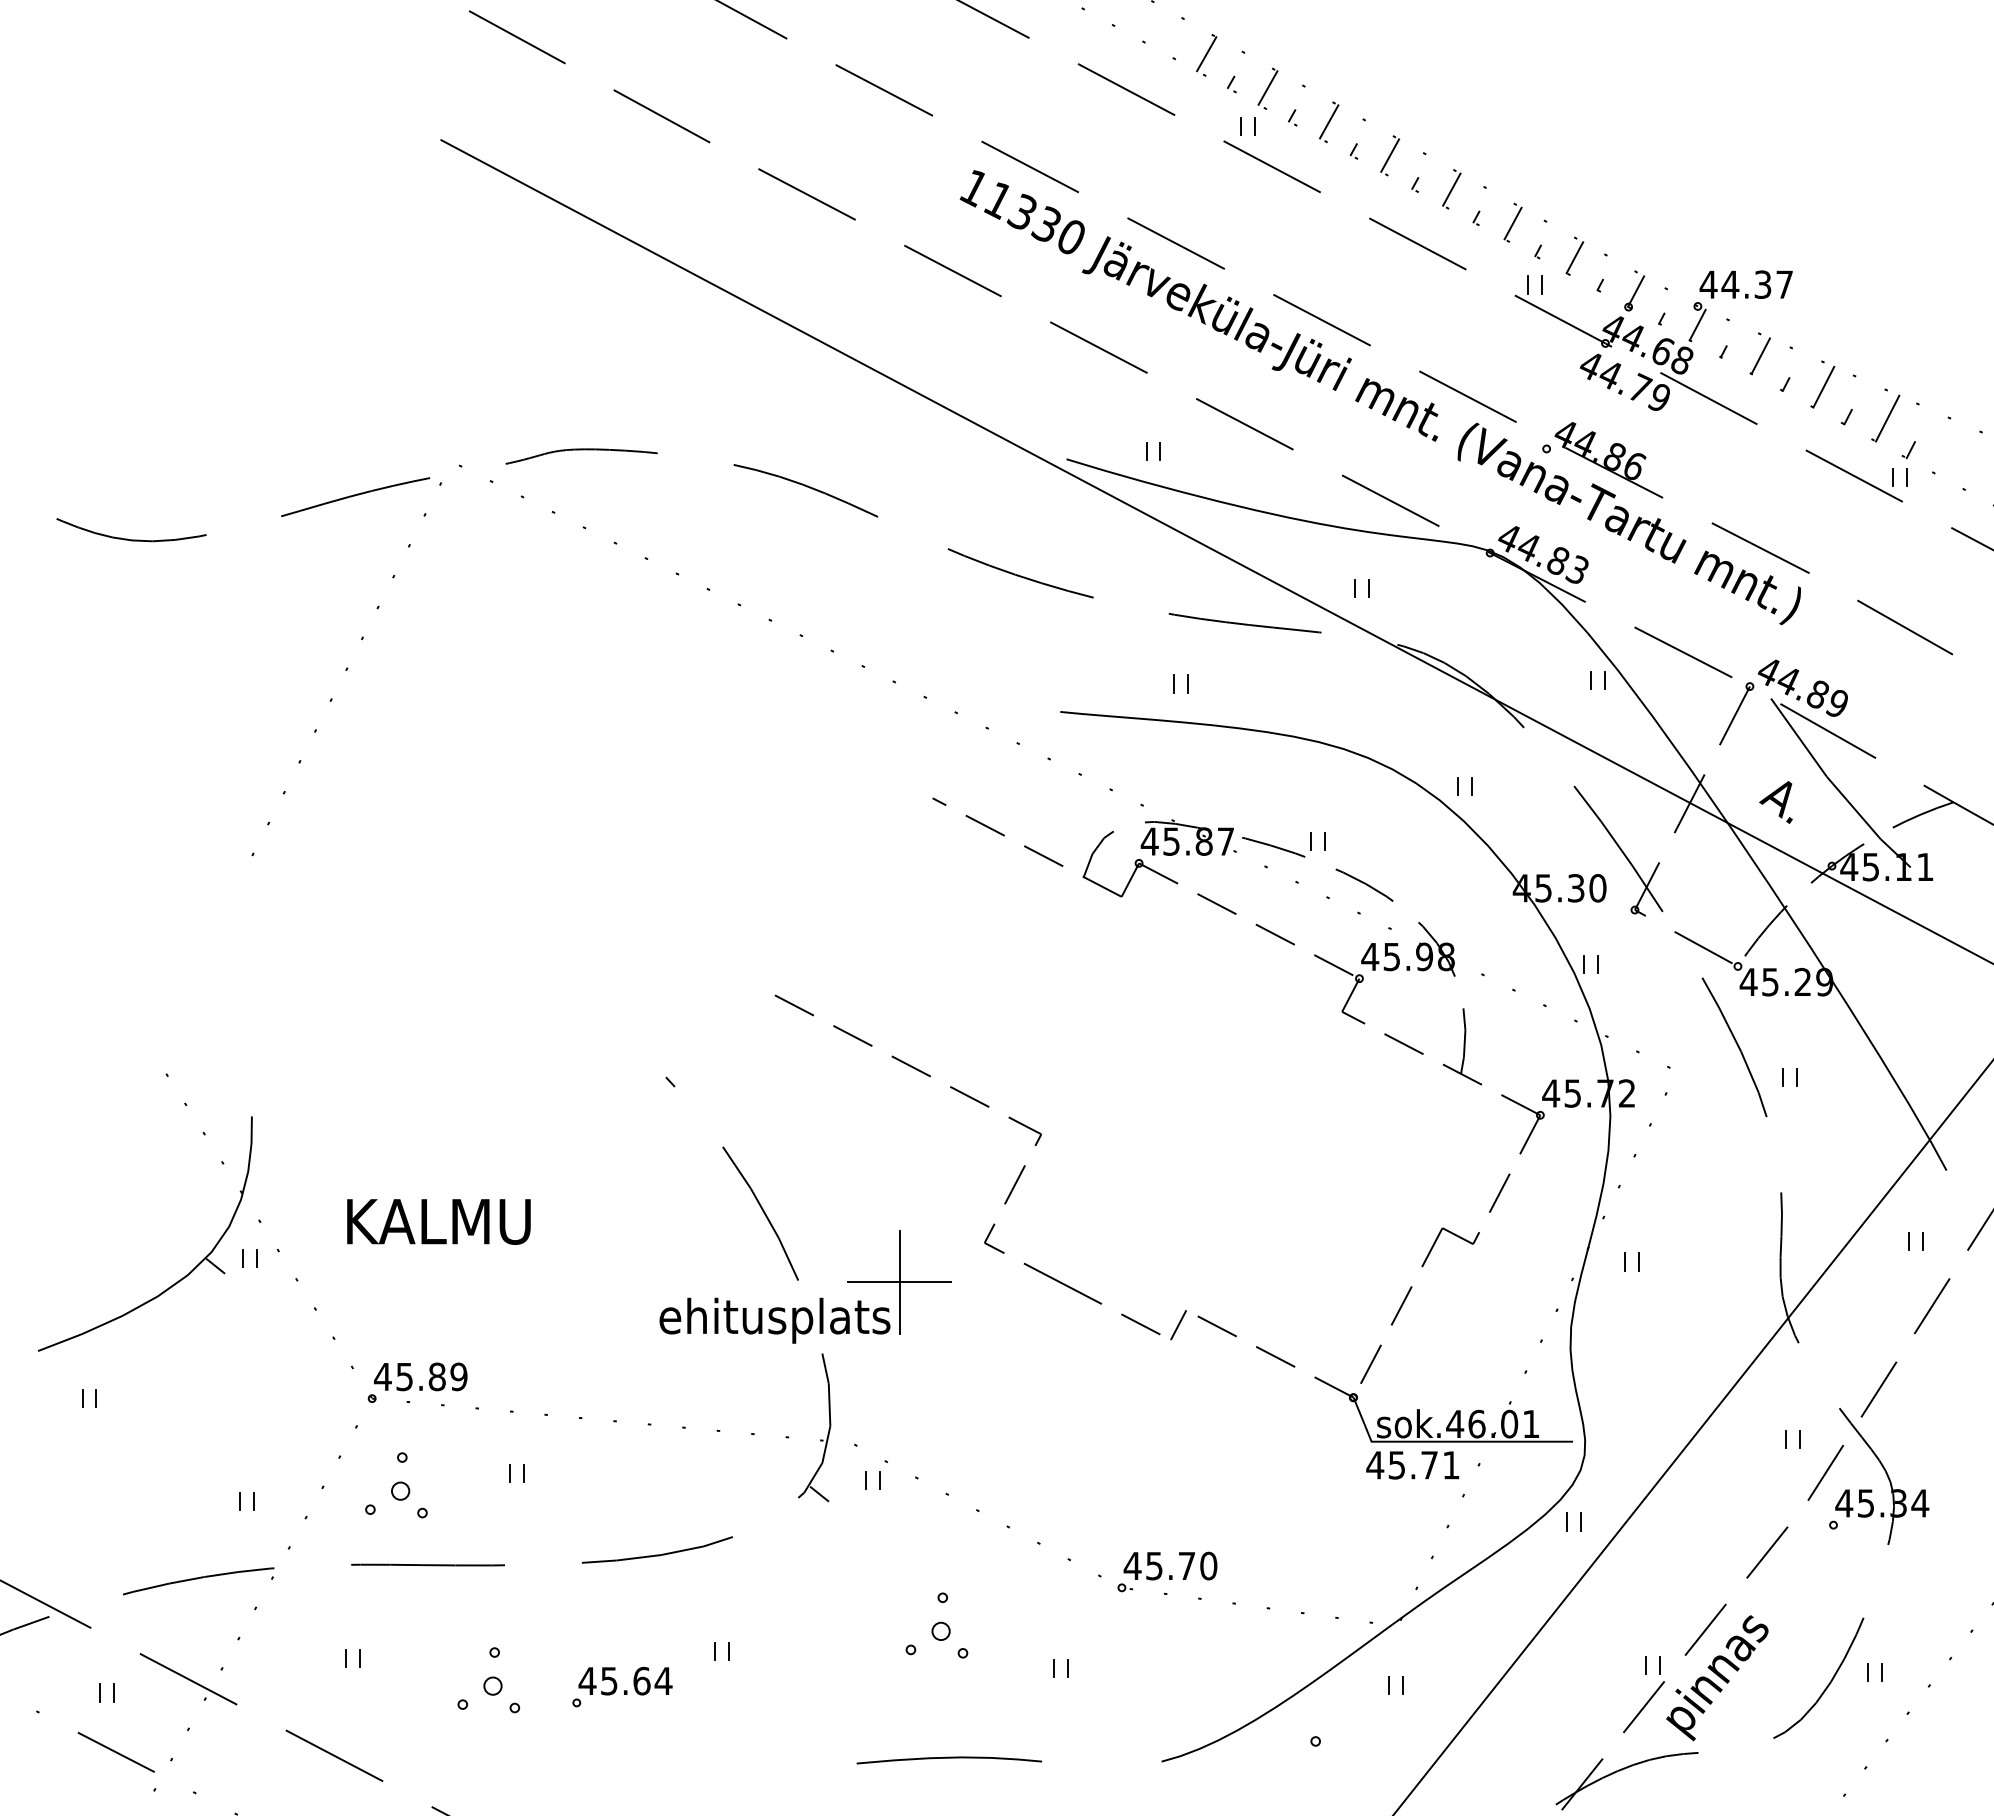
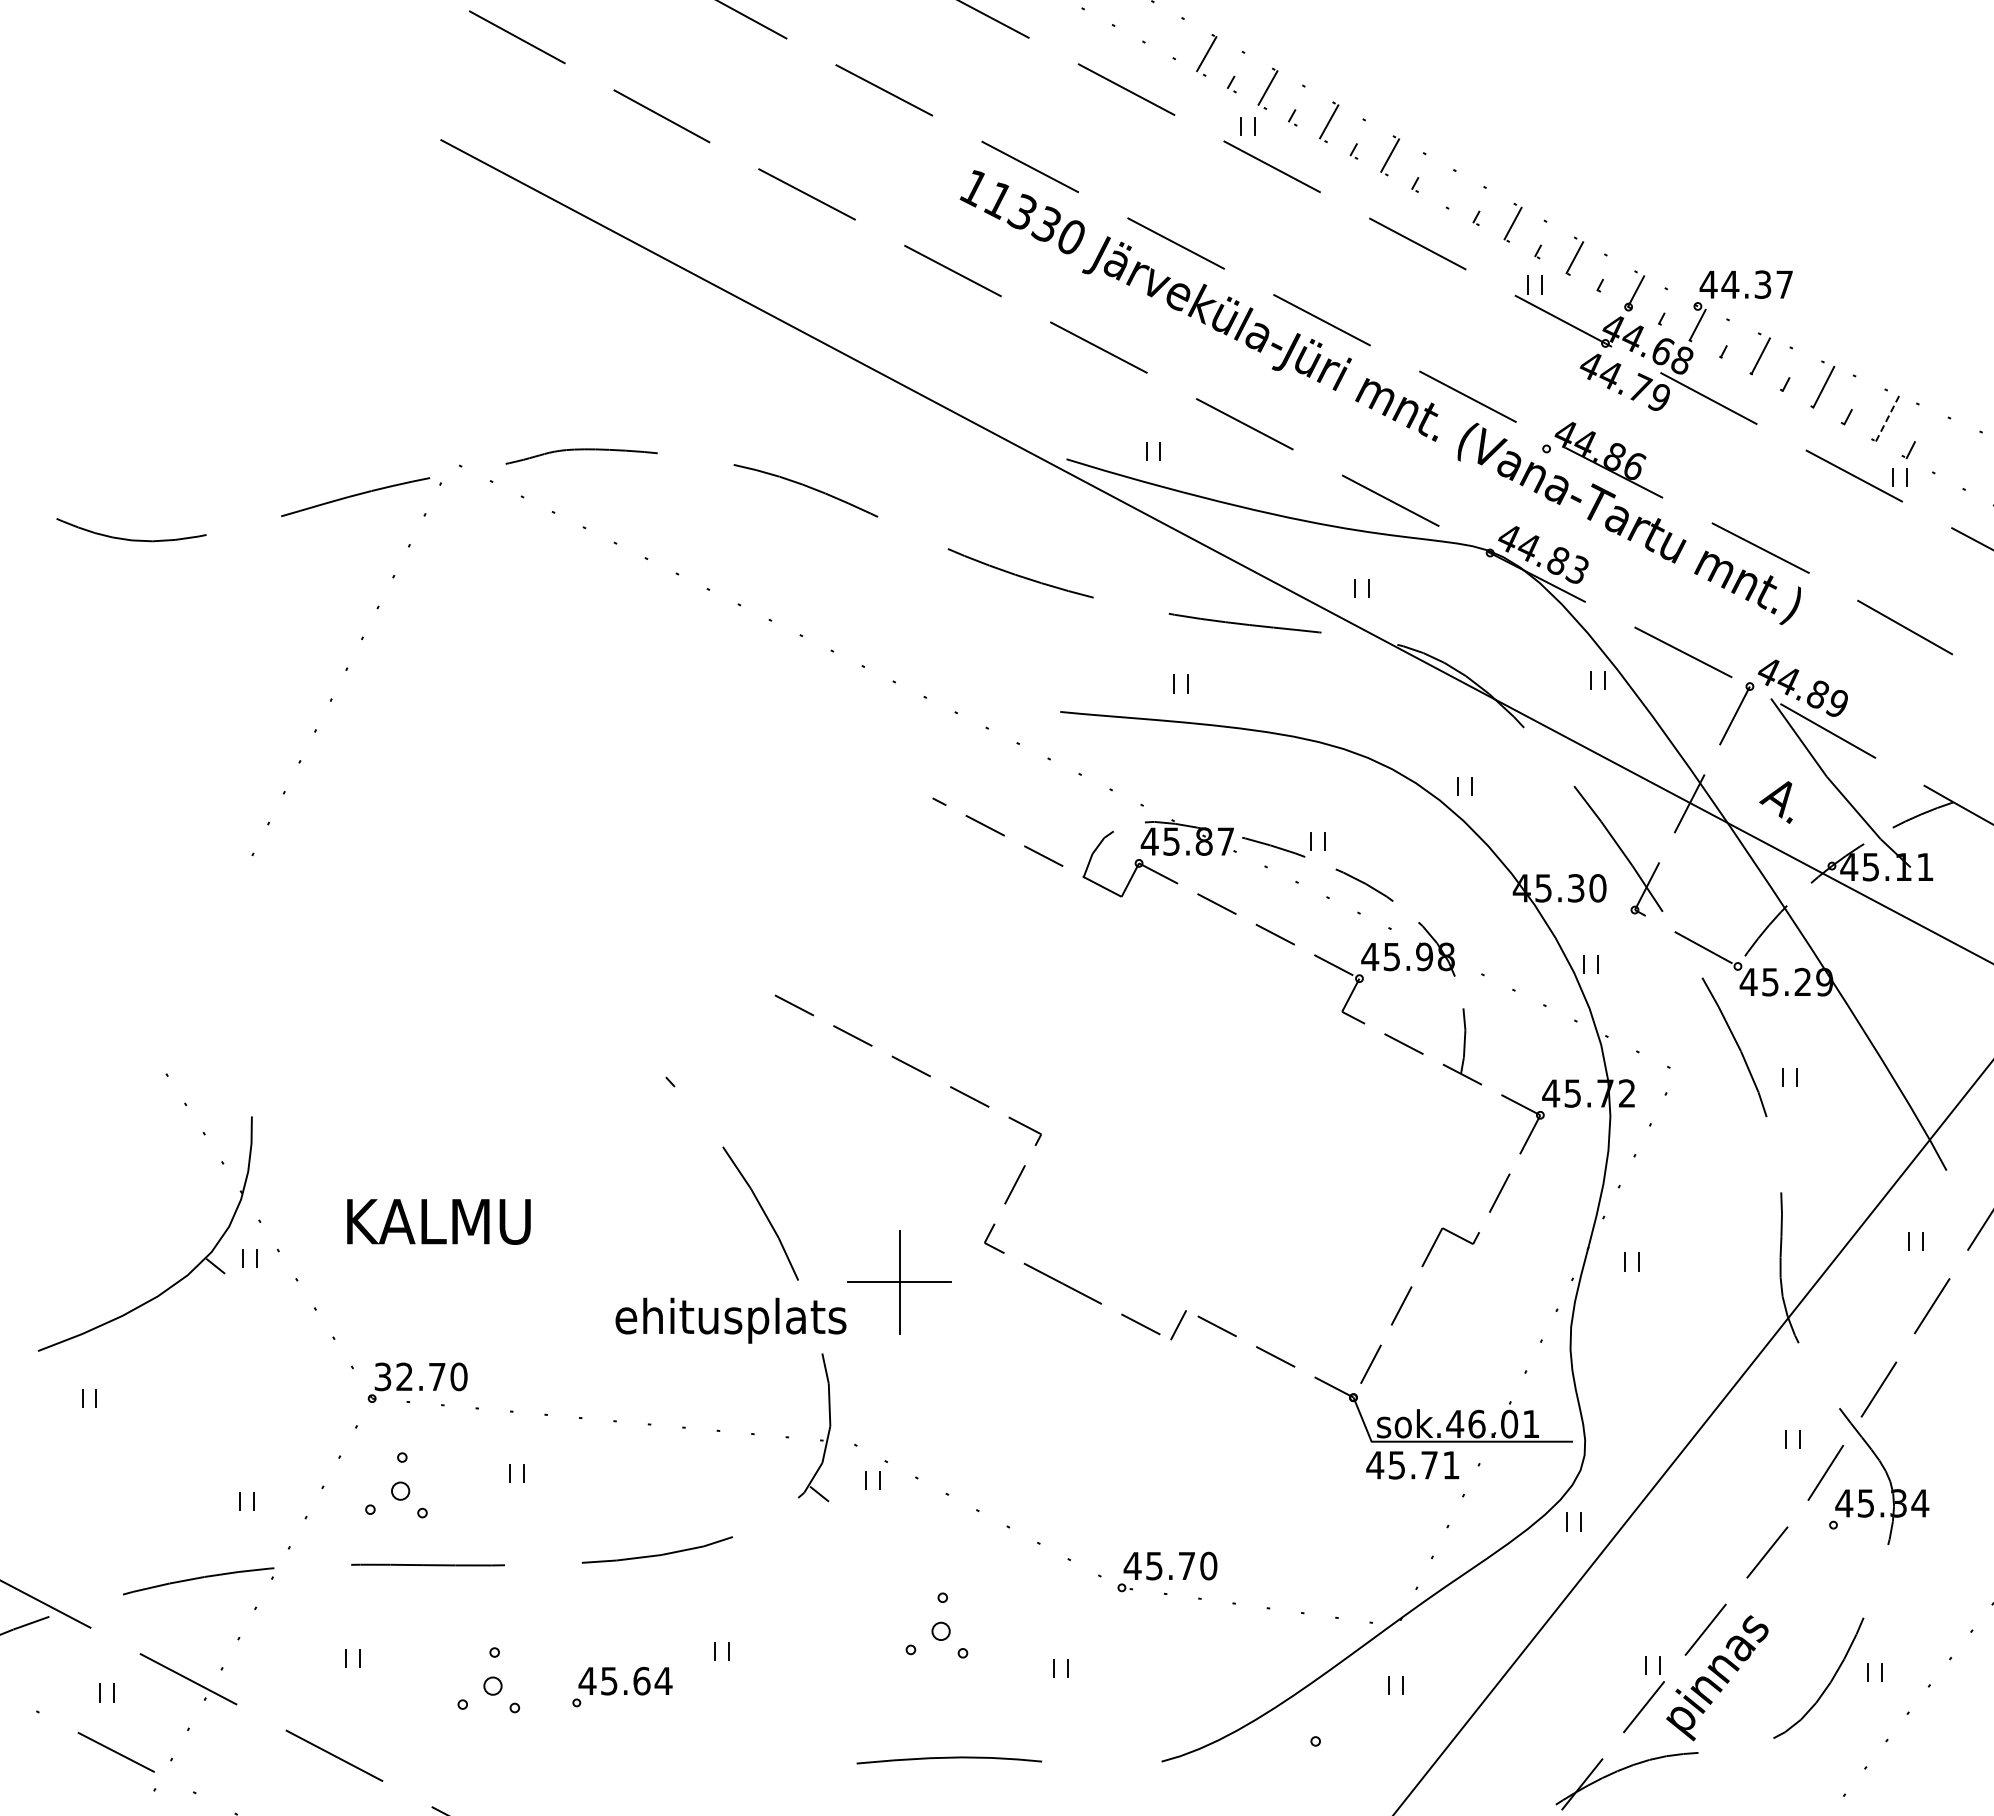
line at (1451, 189): present -> none
line at (1887, 418): solid -> dashed
text at (774, 1320) position: (774, 1320) -> (730, 1320)
text at (420, 1376): 45.89 -> 32.70
